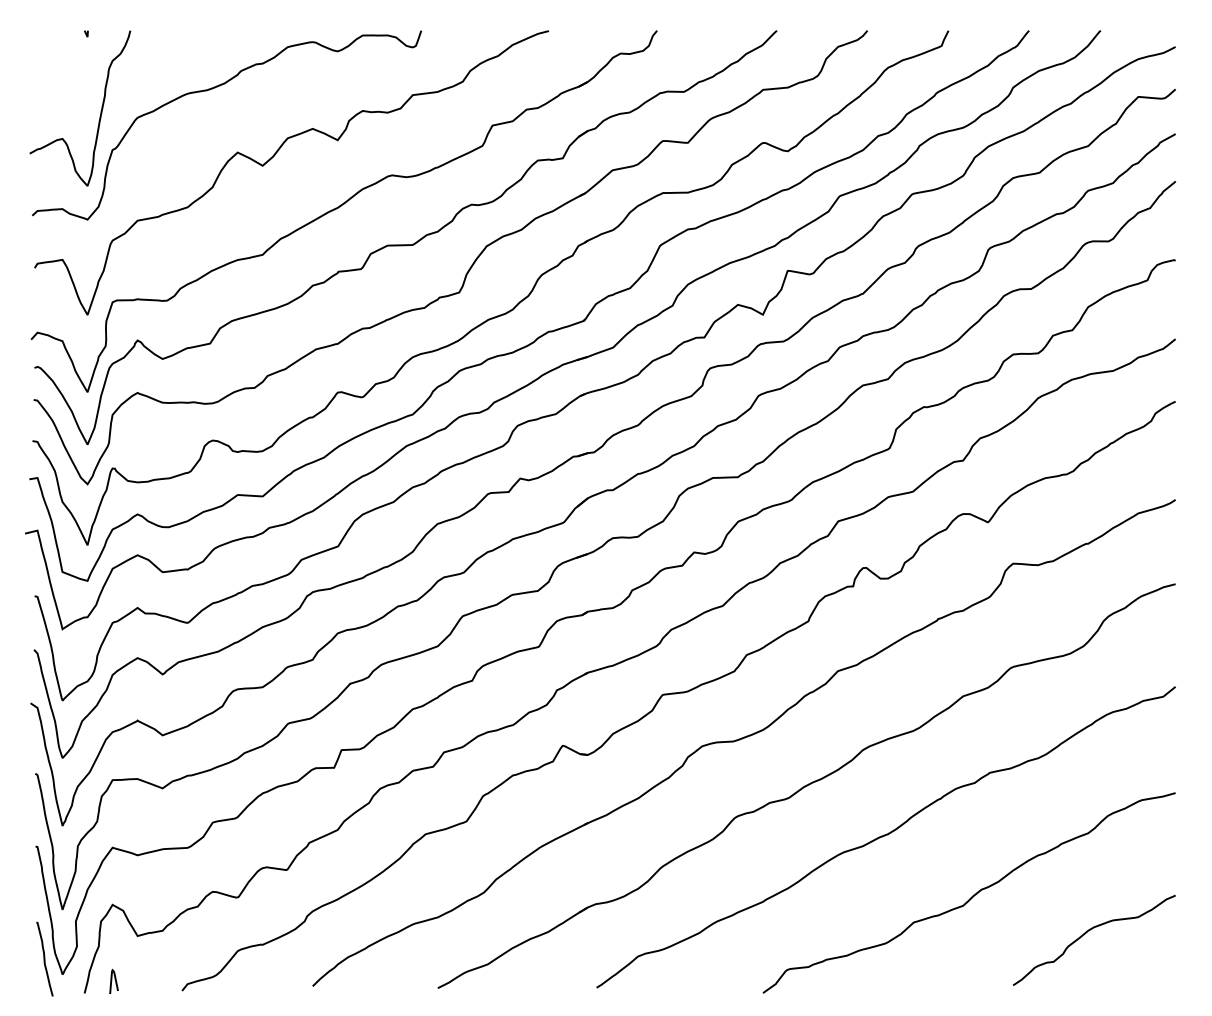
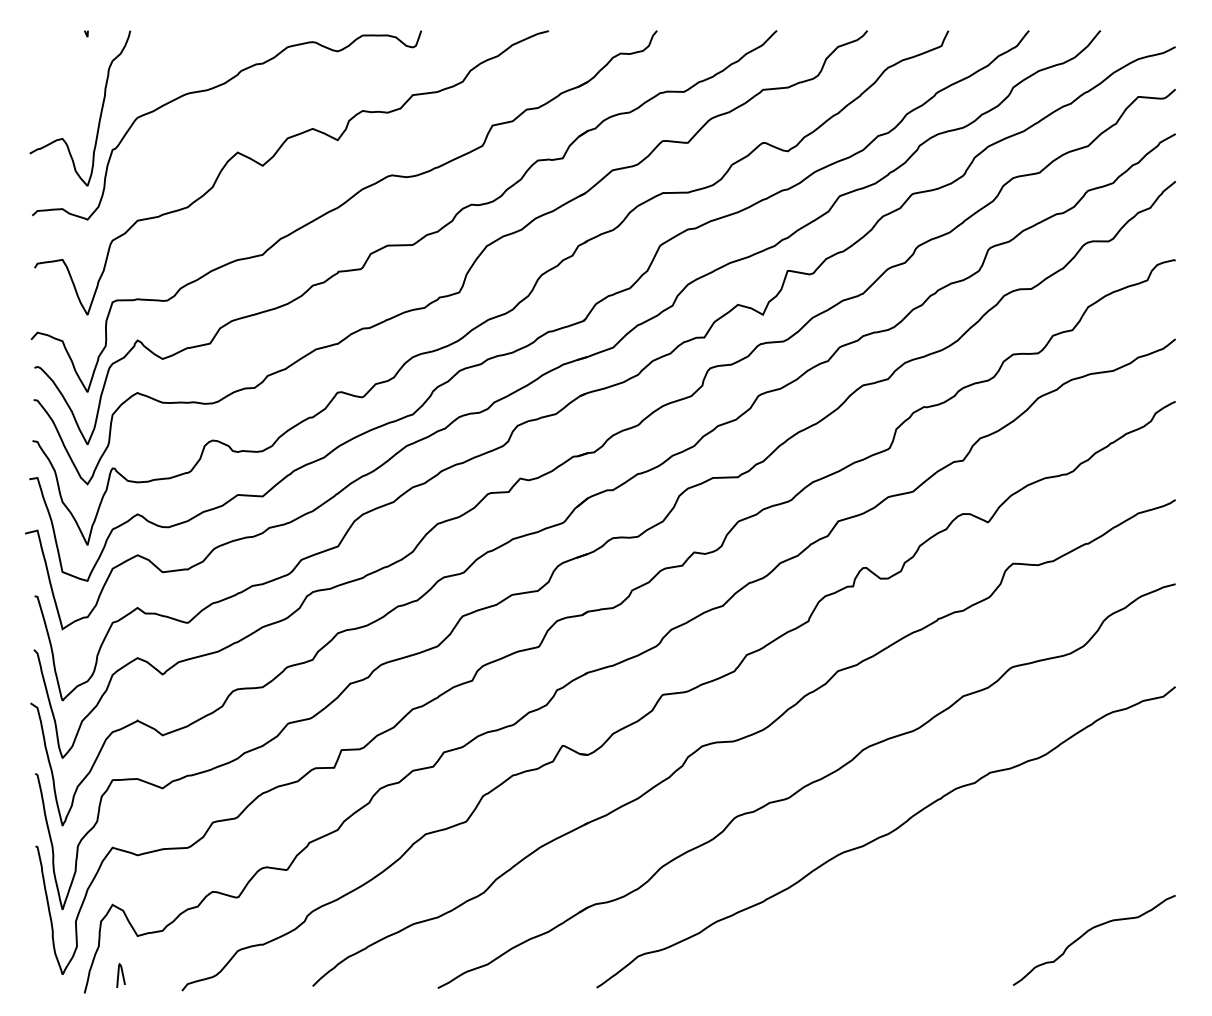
curve at (972, 895): present -> none
curve at (44, 958): present -> none
curve at (112, 980) position: (112, 980) -> (119, 974)
